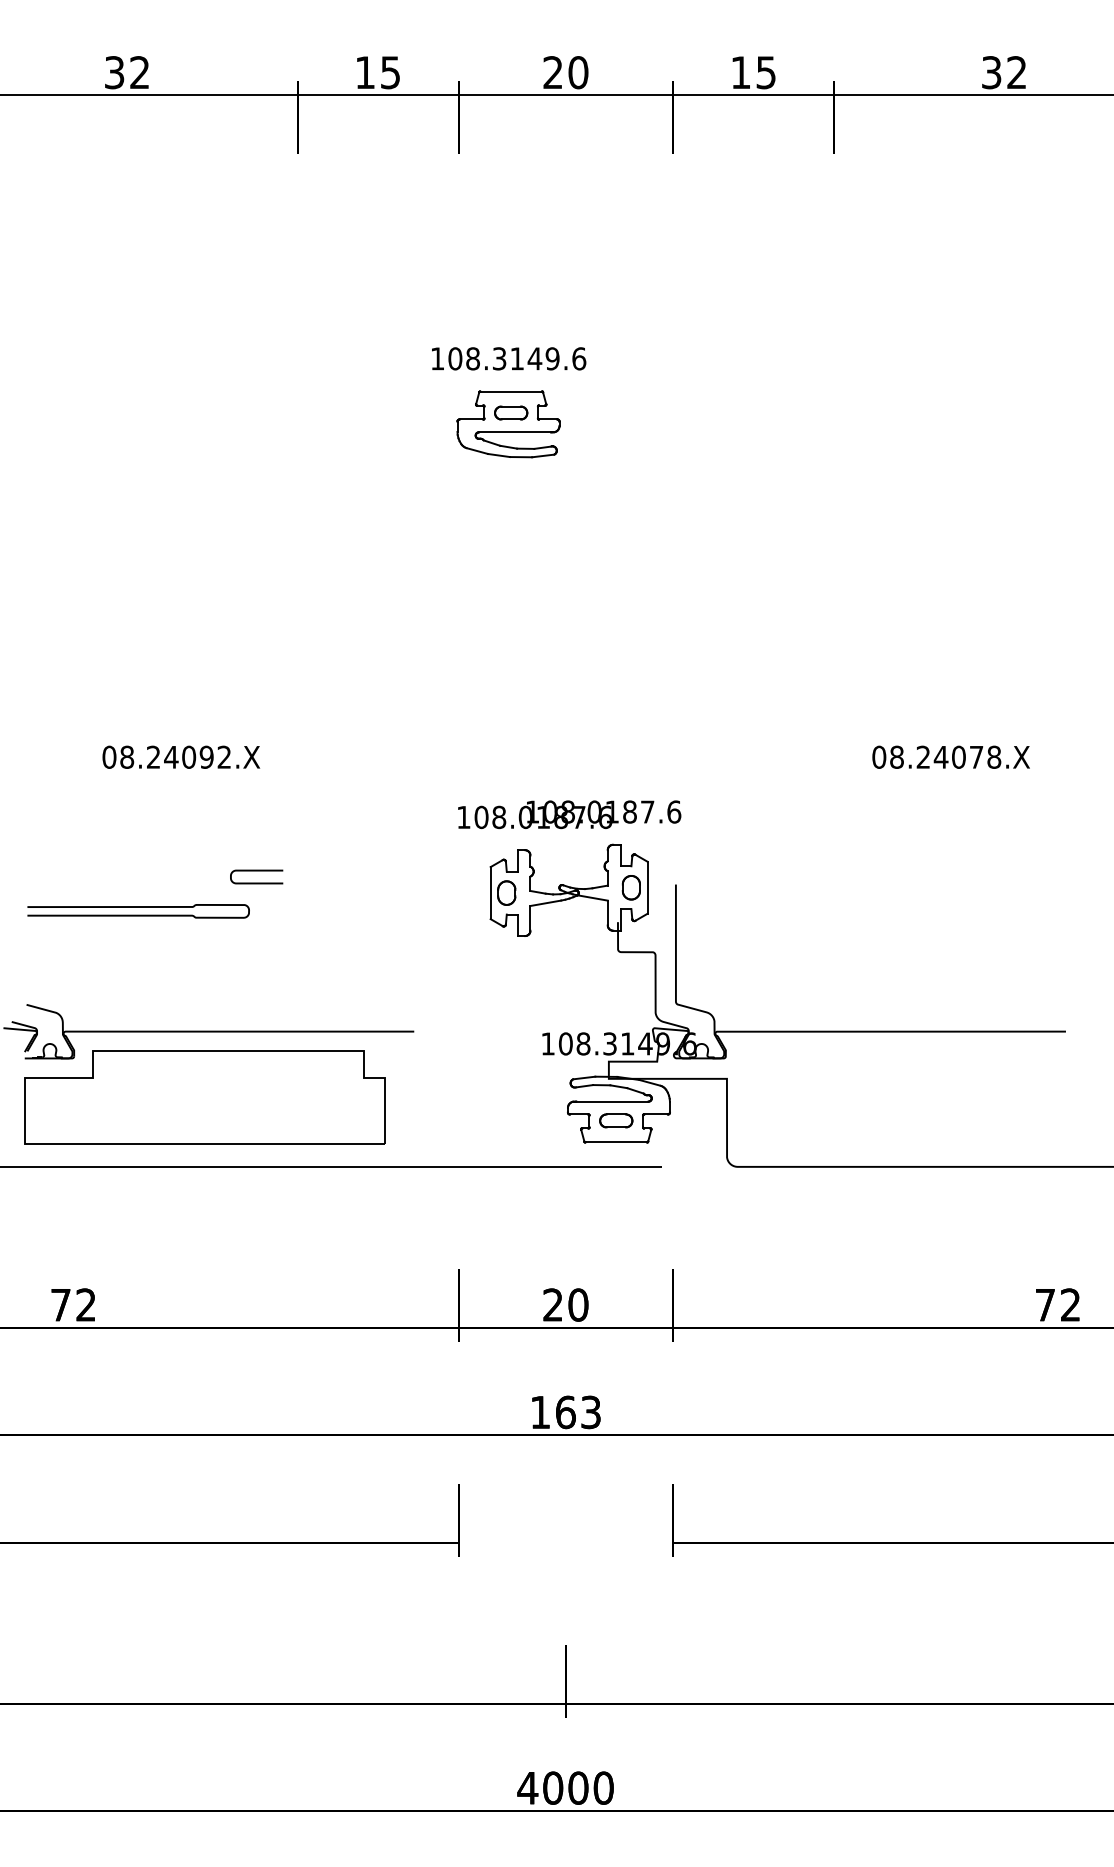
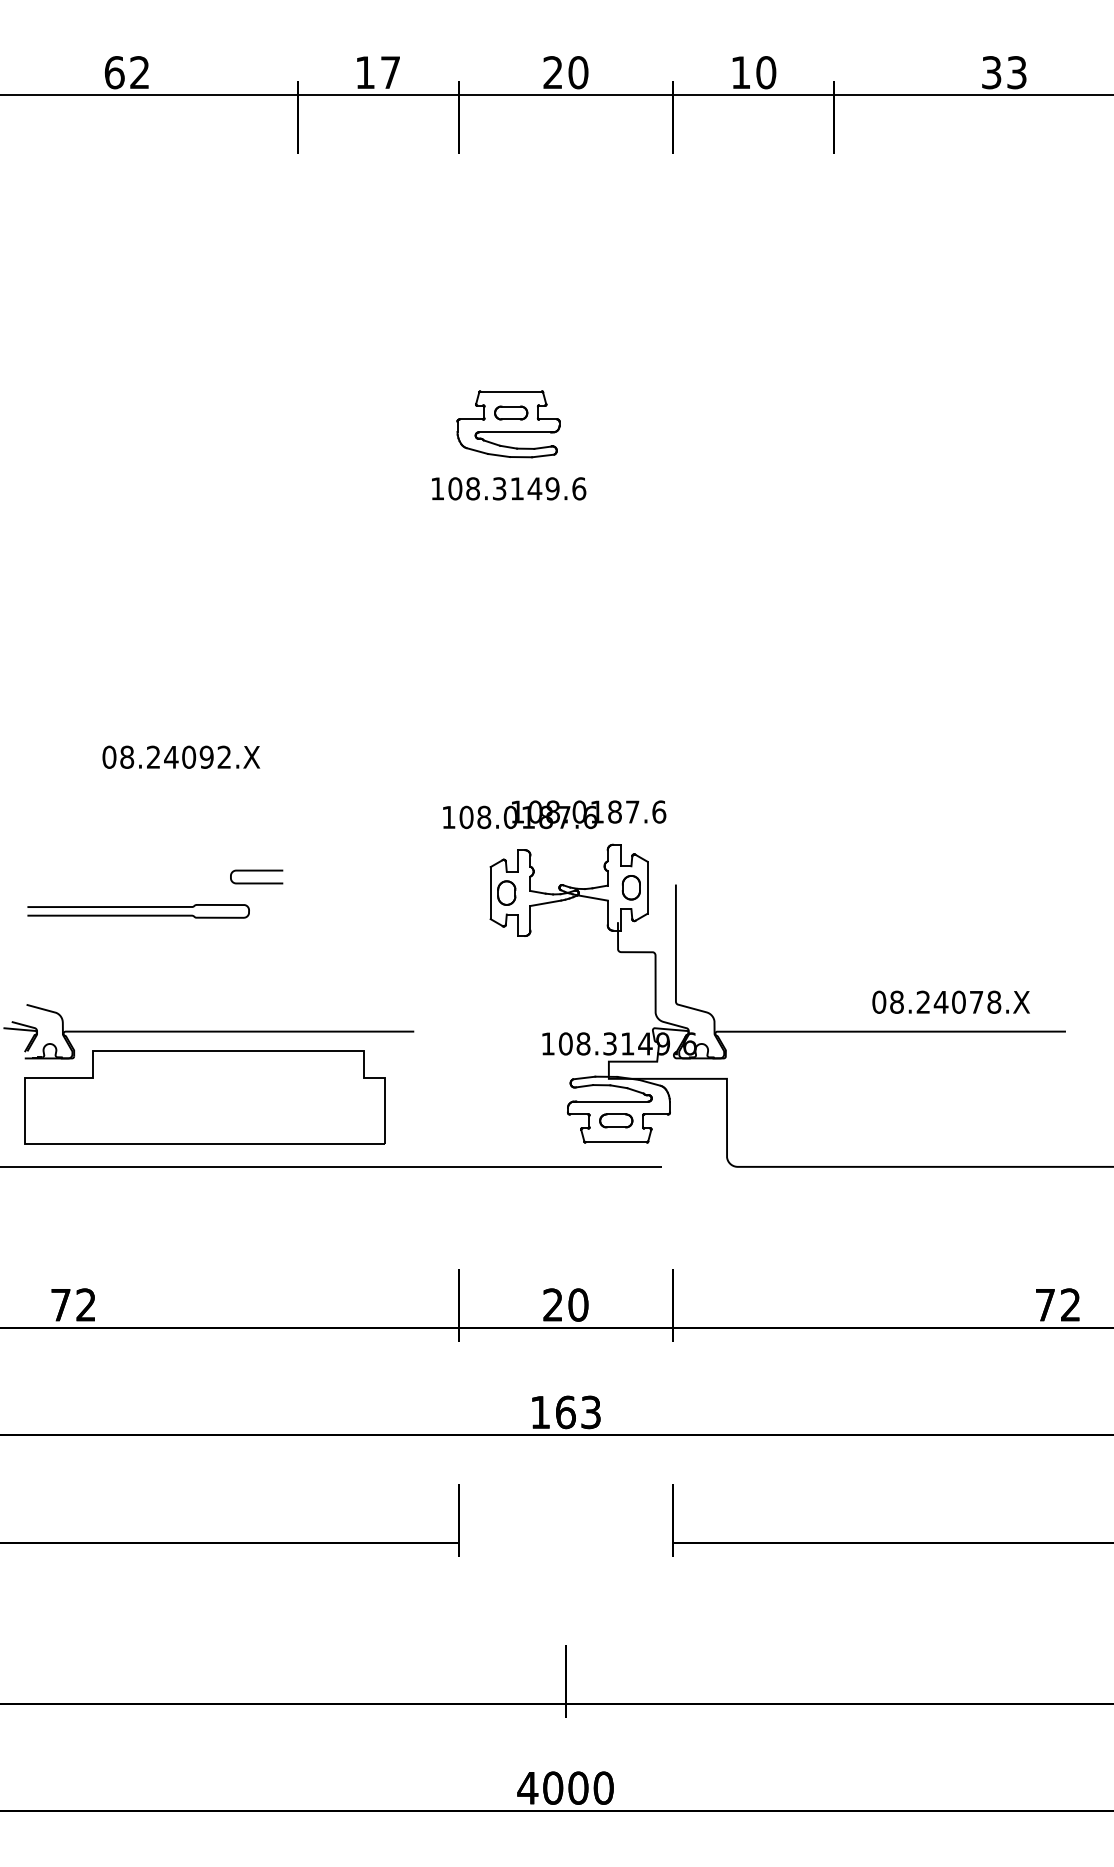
text at (114, 72): 32 -> 62
text at (390, 72): 15 -> 17
text at (766, 72): 15 -> 10
text at (1016, 72): 32 -> 33
text at (509, 358) position: (509, 358) -> (509, 488)
text at (950, 756) position: (950, 756) -> (950, 1001)
text at (569, 814) position: (569, 814) -> (554, 814)
